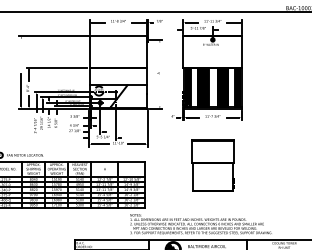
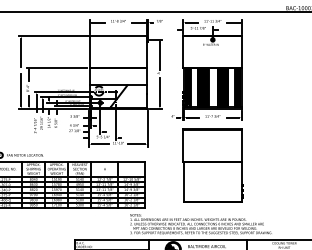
line at (21, 52): none -> present
line at (159, 56): none -> present
line at (159, 92): none -> present
part at (212, 165) size: 44x53 px -> 62x75 px
